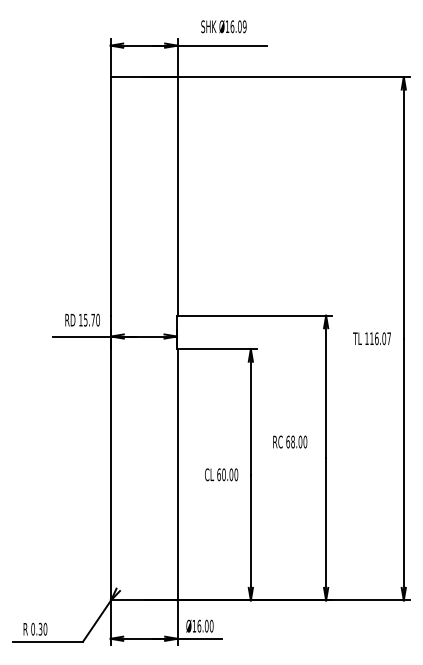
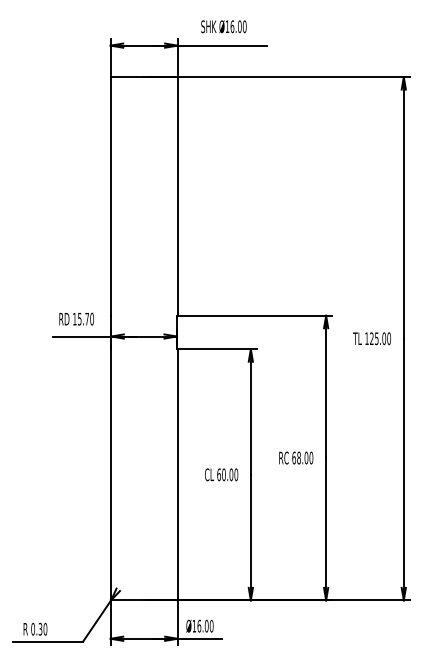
text at (244, 26): Ø16.09 -> Ø16.00
text at (82, 319) position: (82, 319) -> (76, 318)
text at (380, 338): 116.07 -> 125.00
text at (290, 441) position: (290, 441) -> (296, 457)
